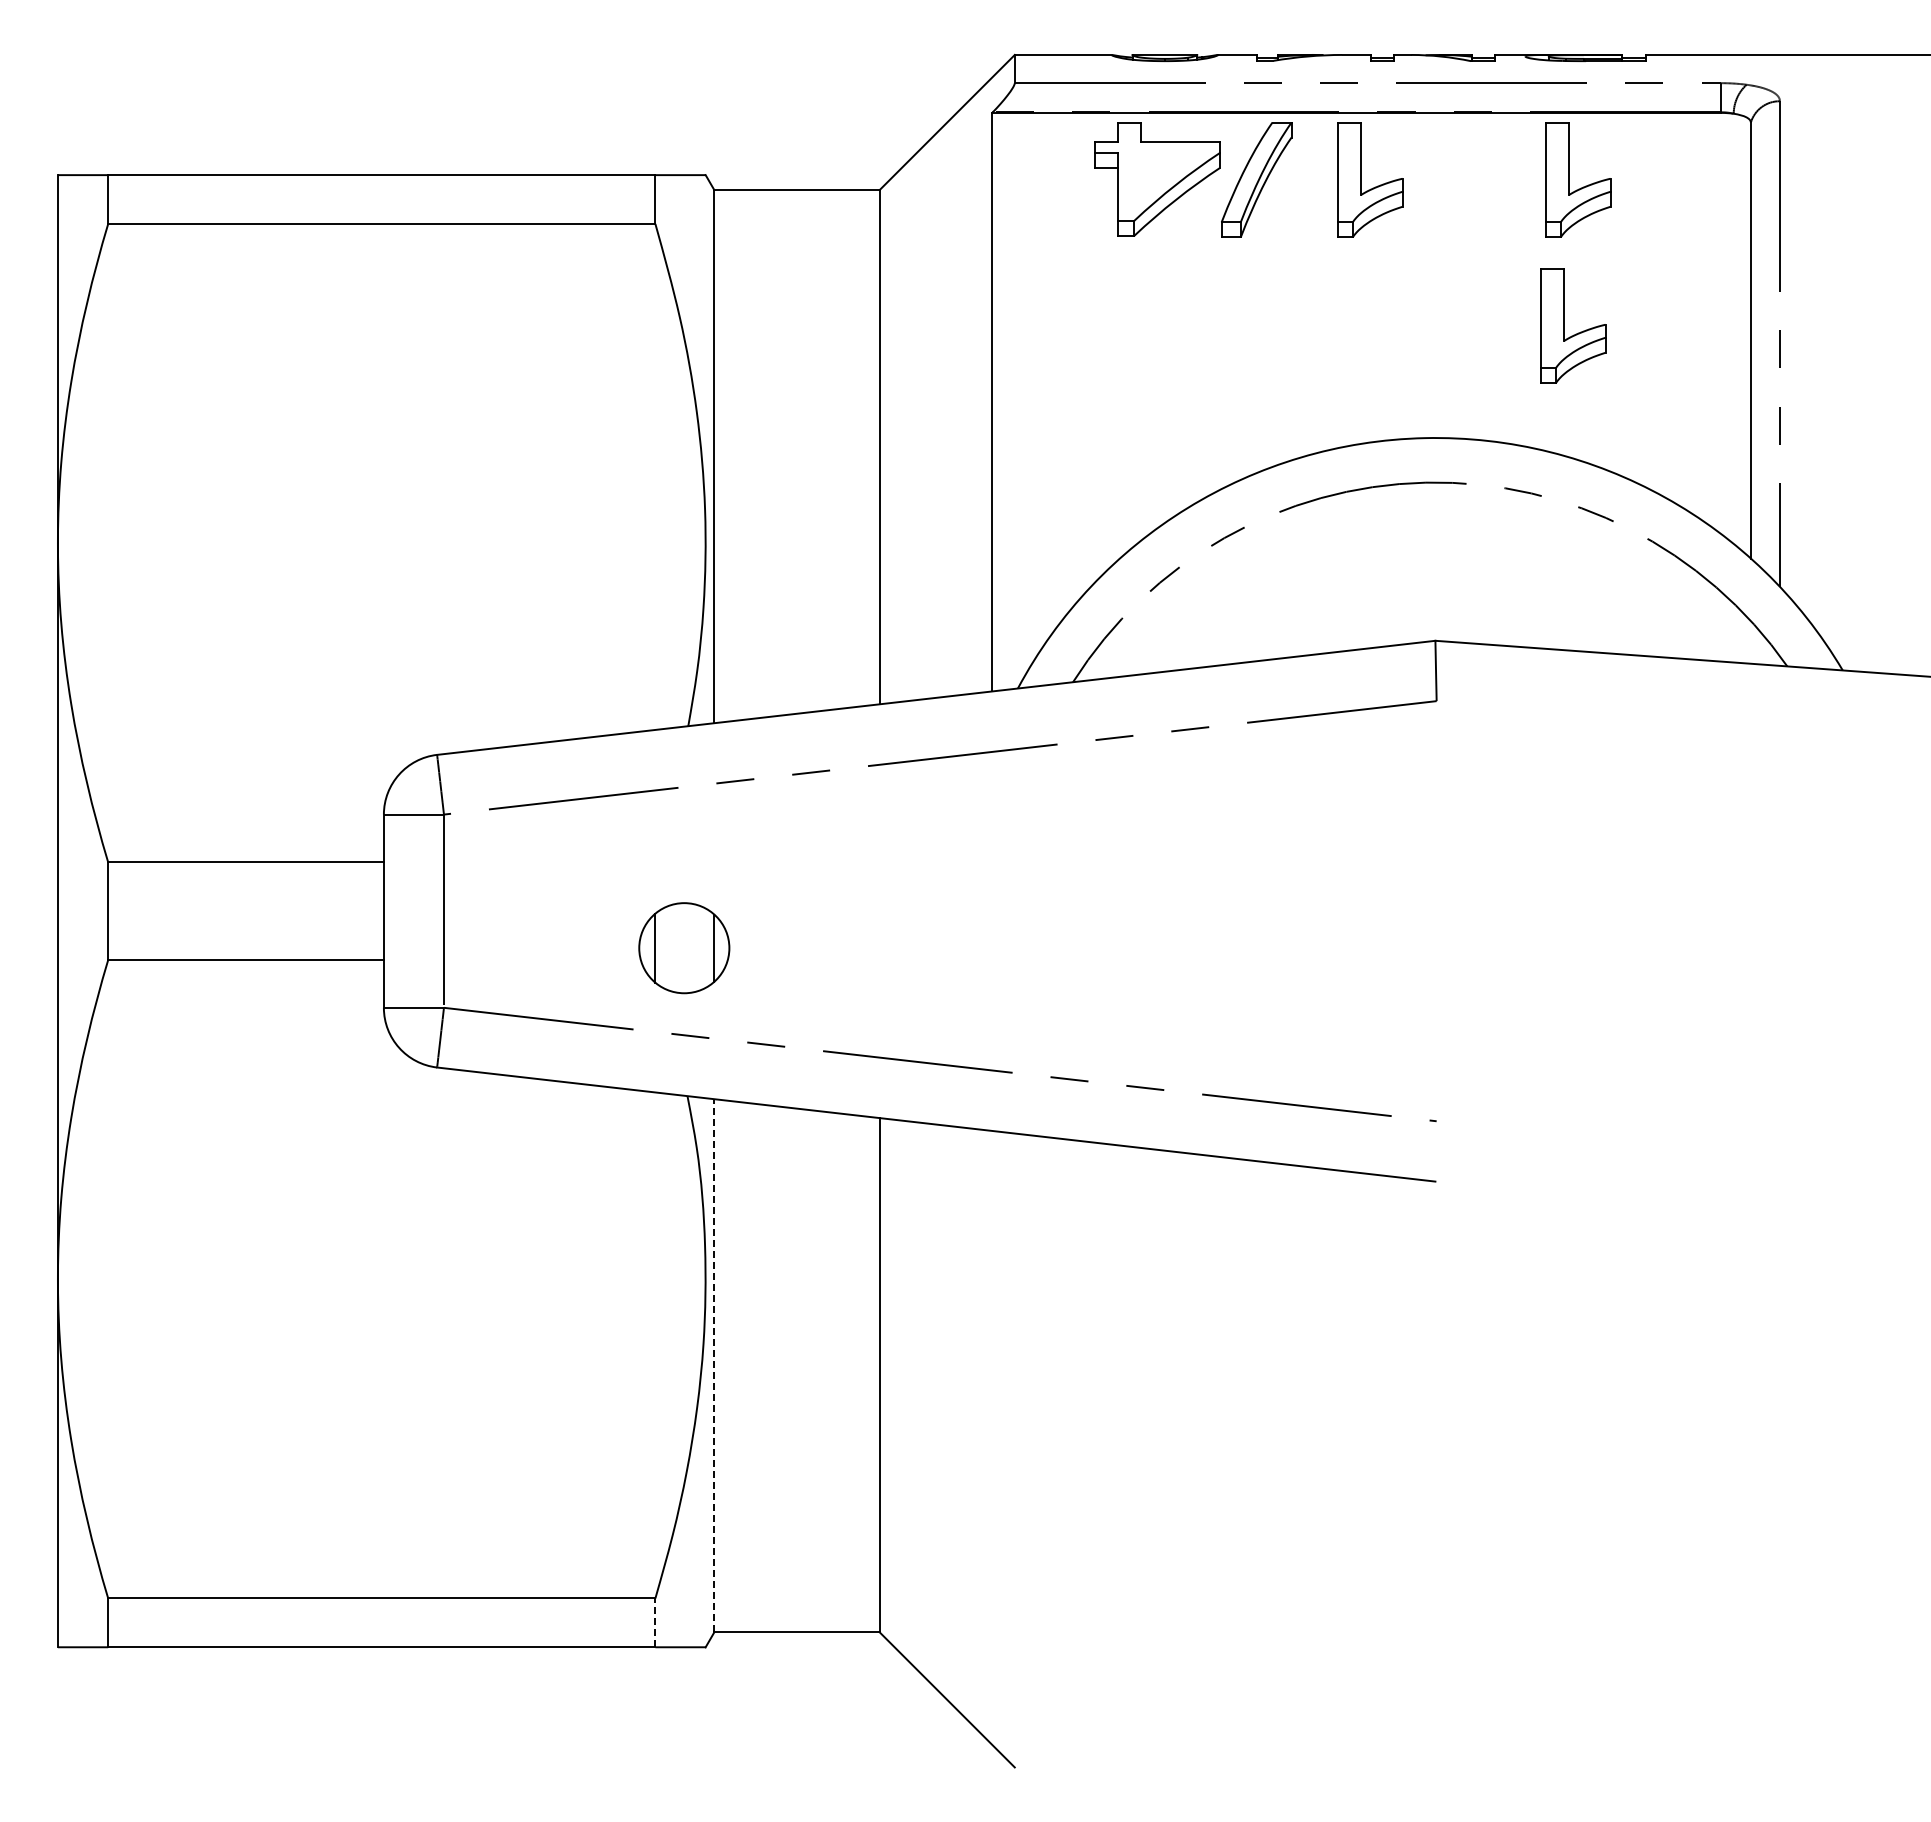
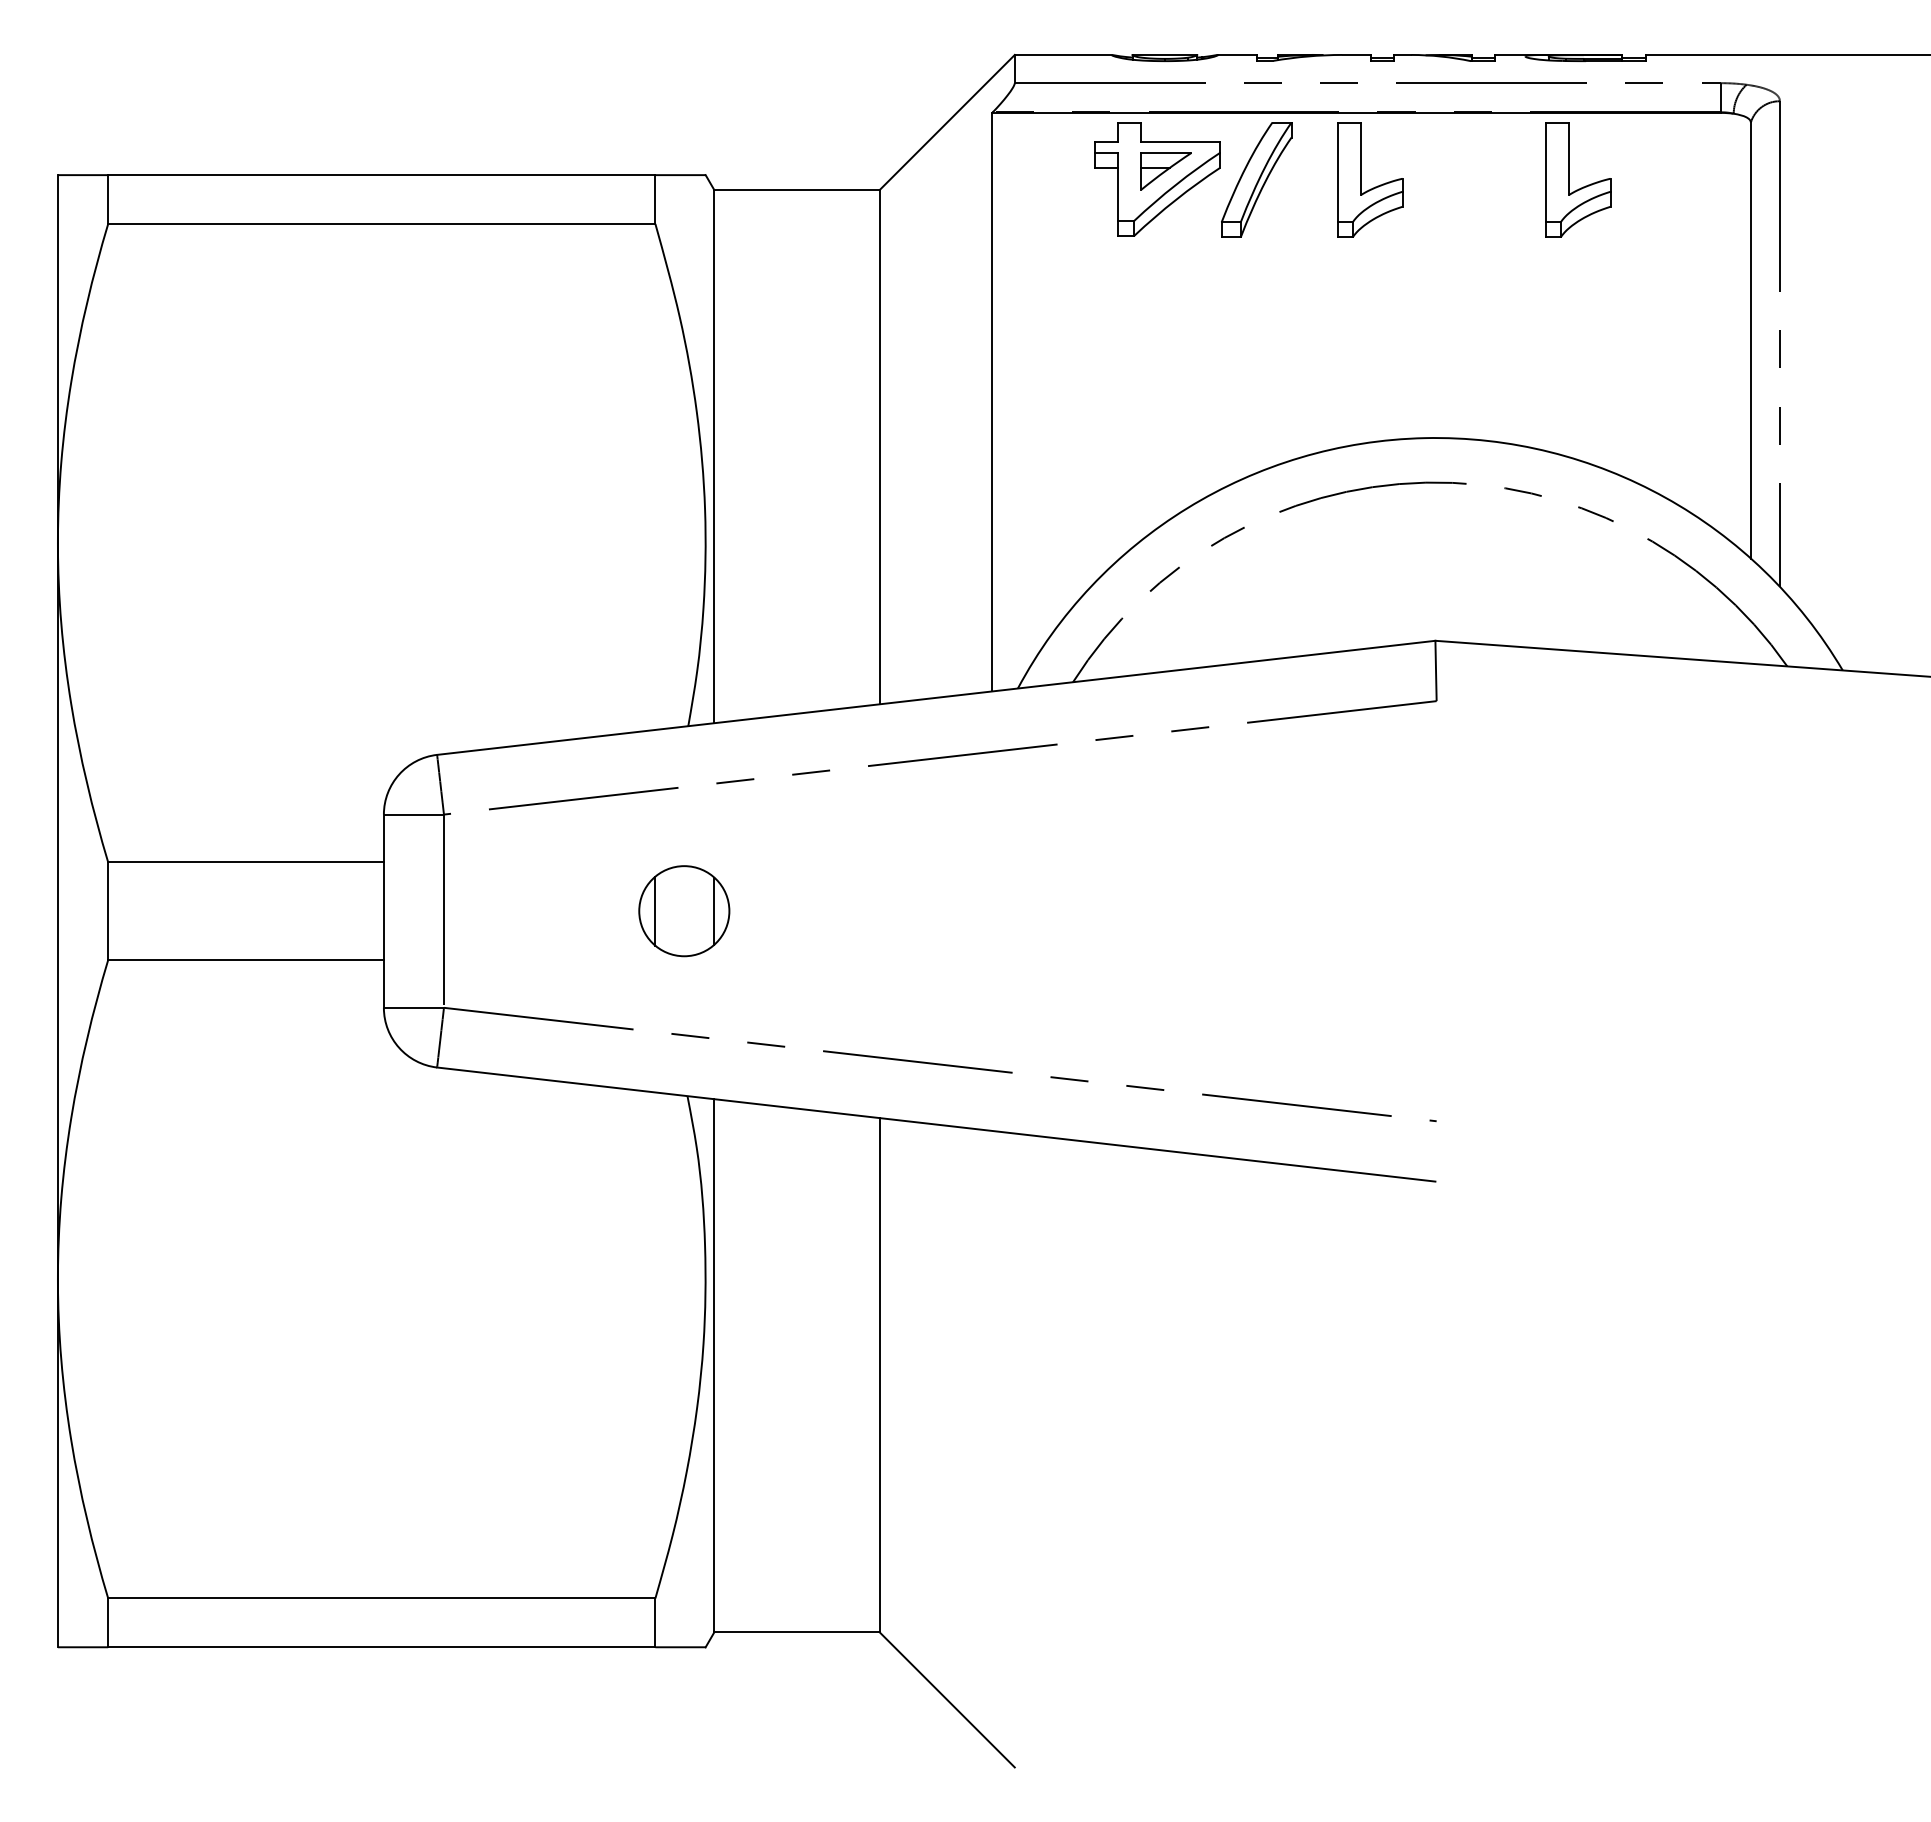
part at (1165, 171): none -> present
part at (1576, 333): present -> none
part at (684, 948) position: (684, 948) -> (684, 911)
line at (714, 1365): dashed -> solid
line at (655, 1622): dashed -> solid
